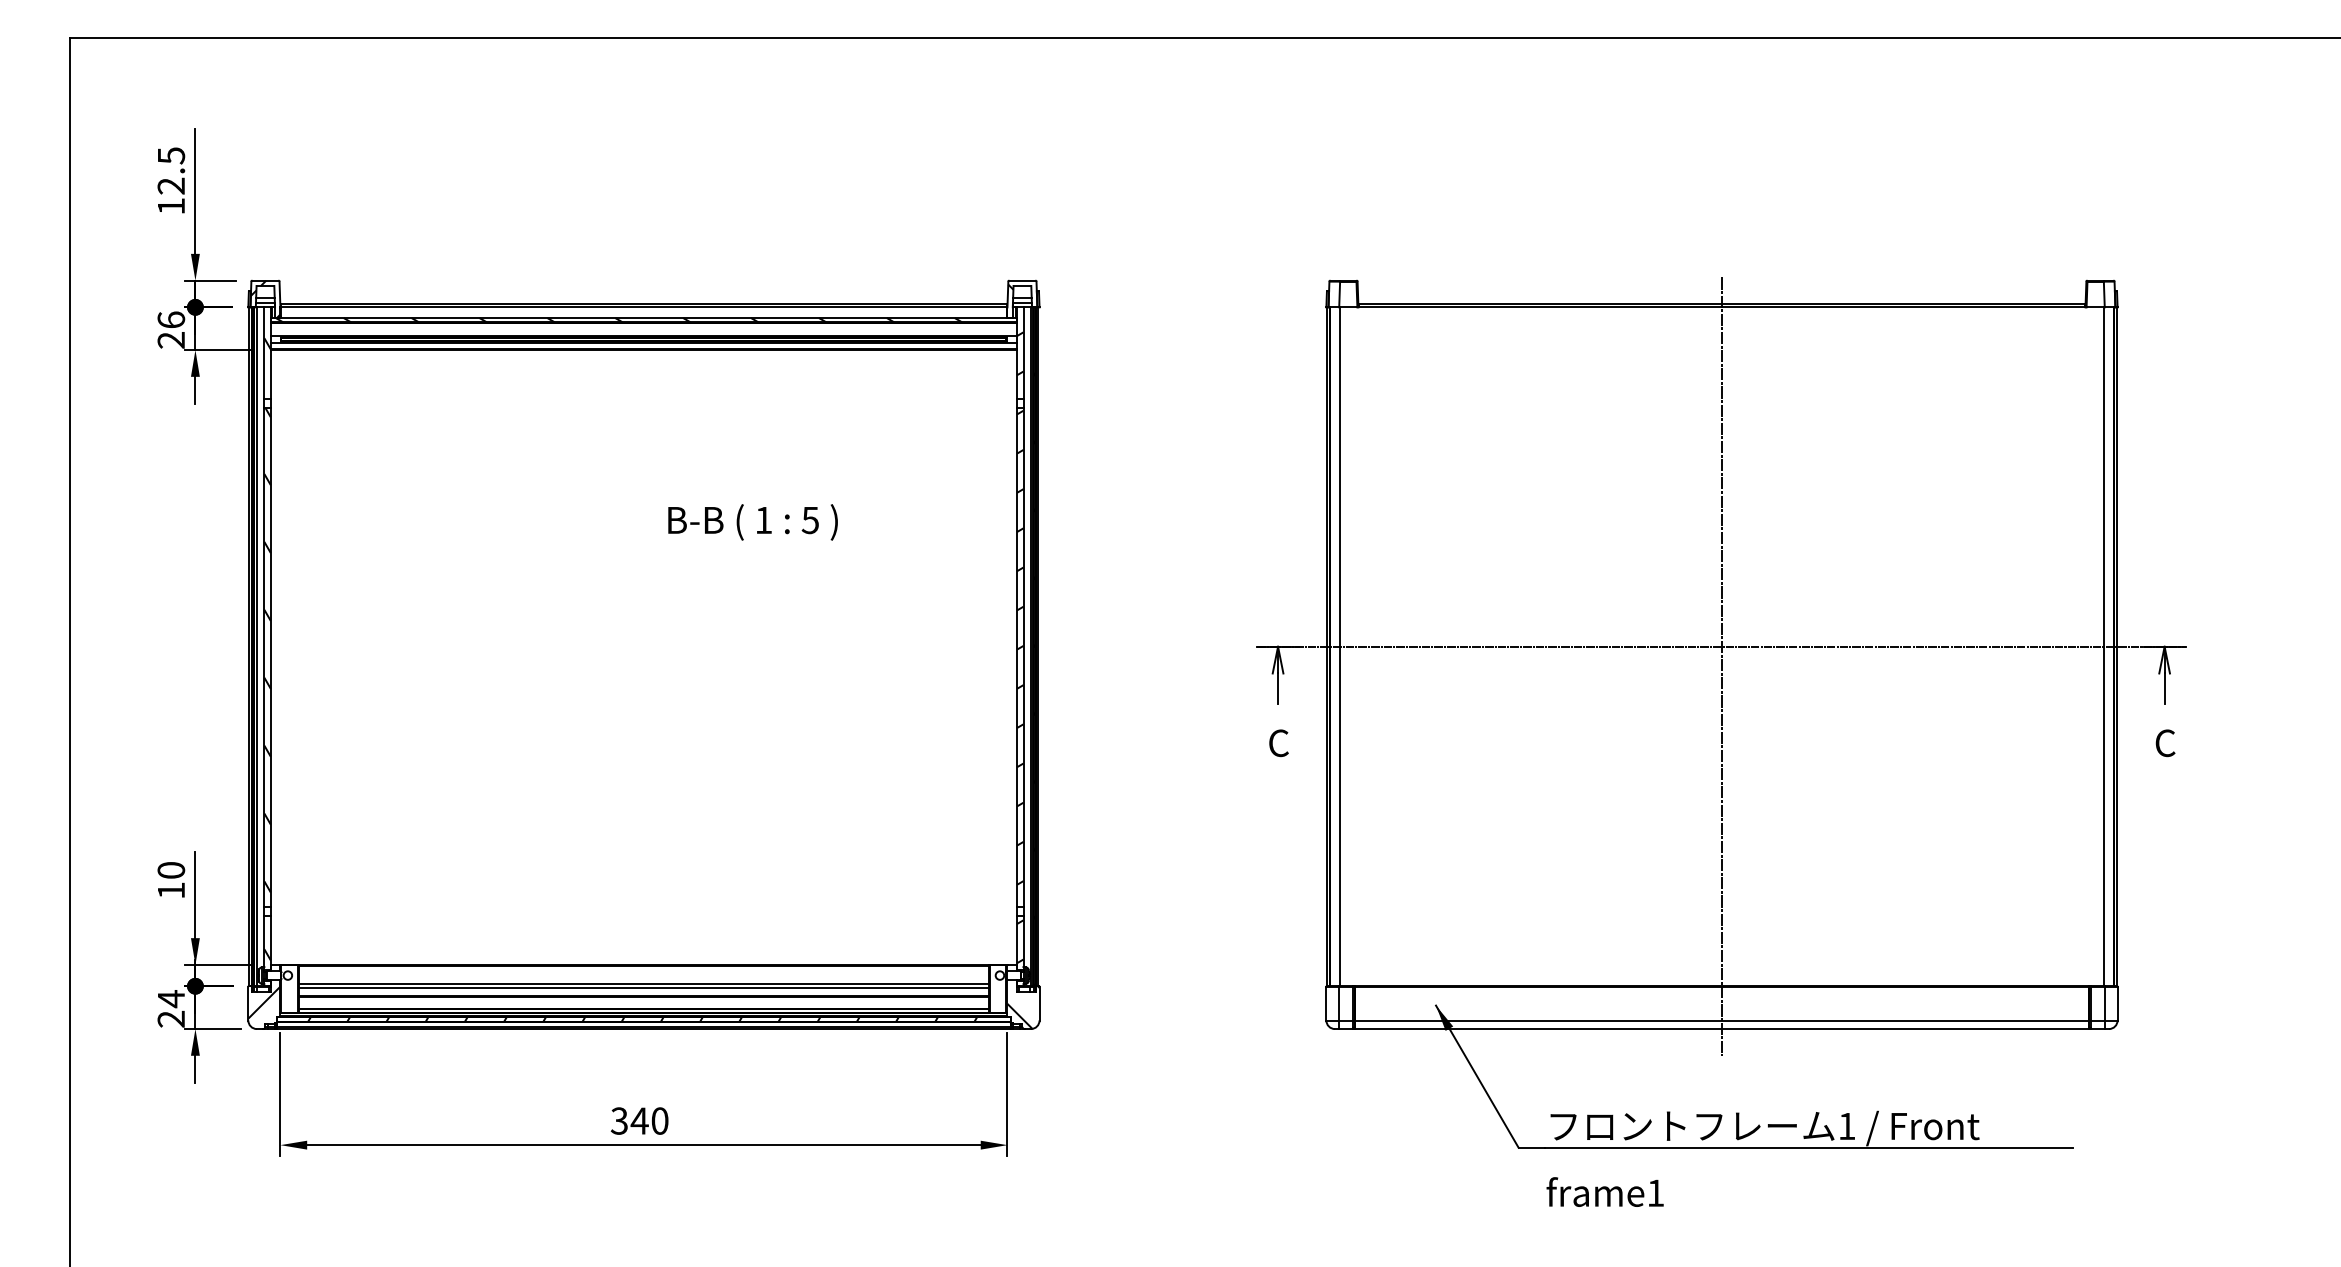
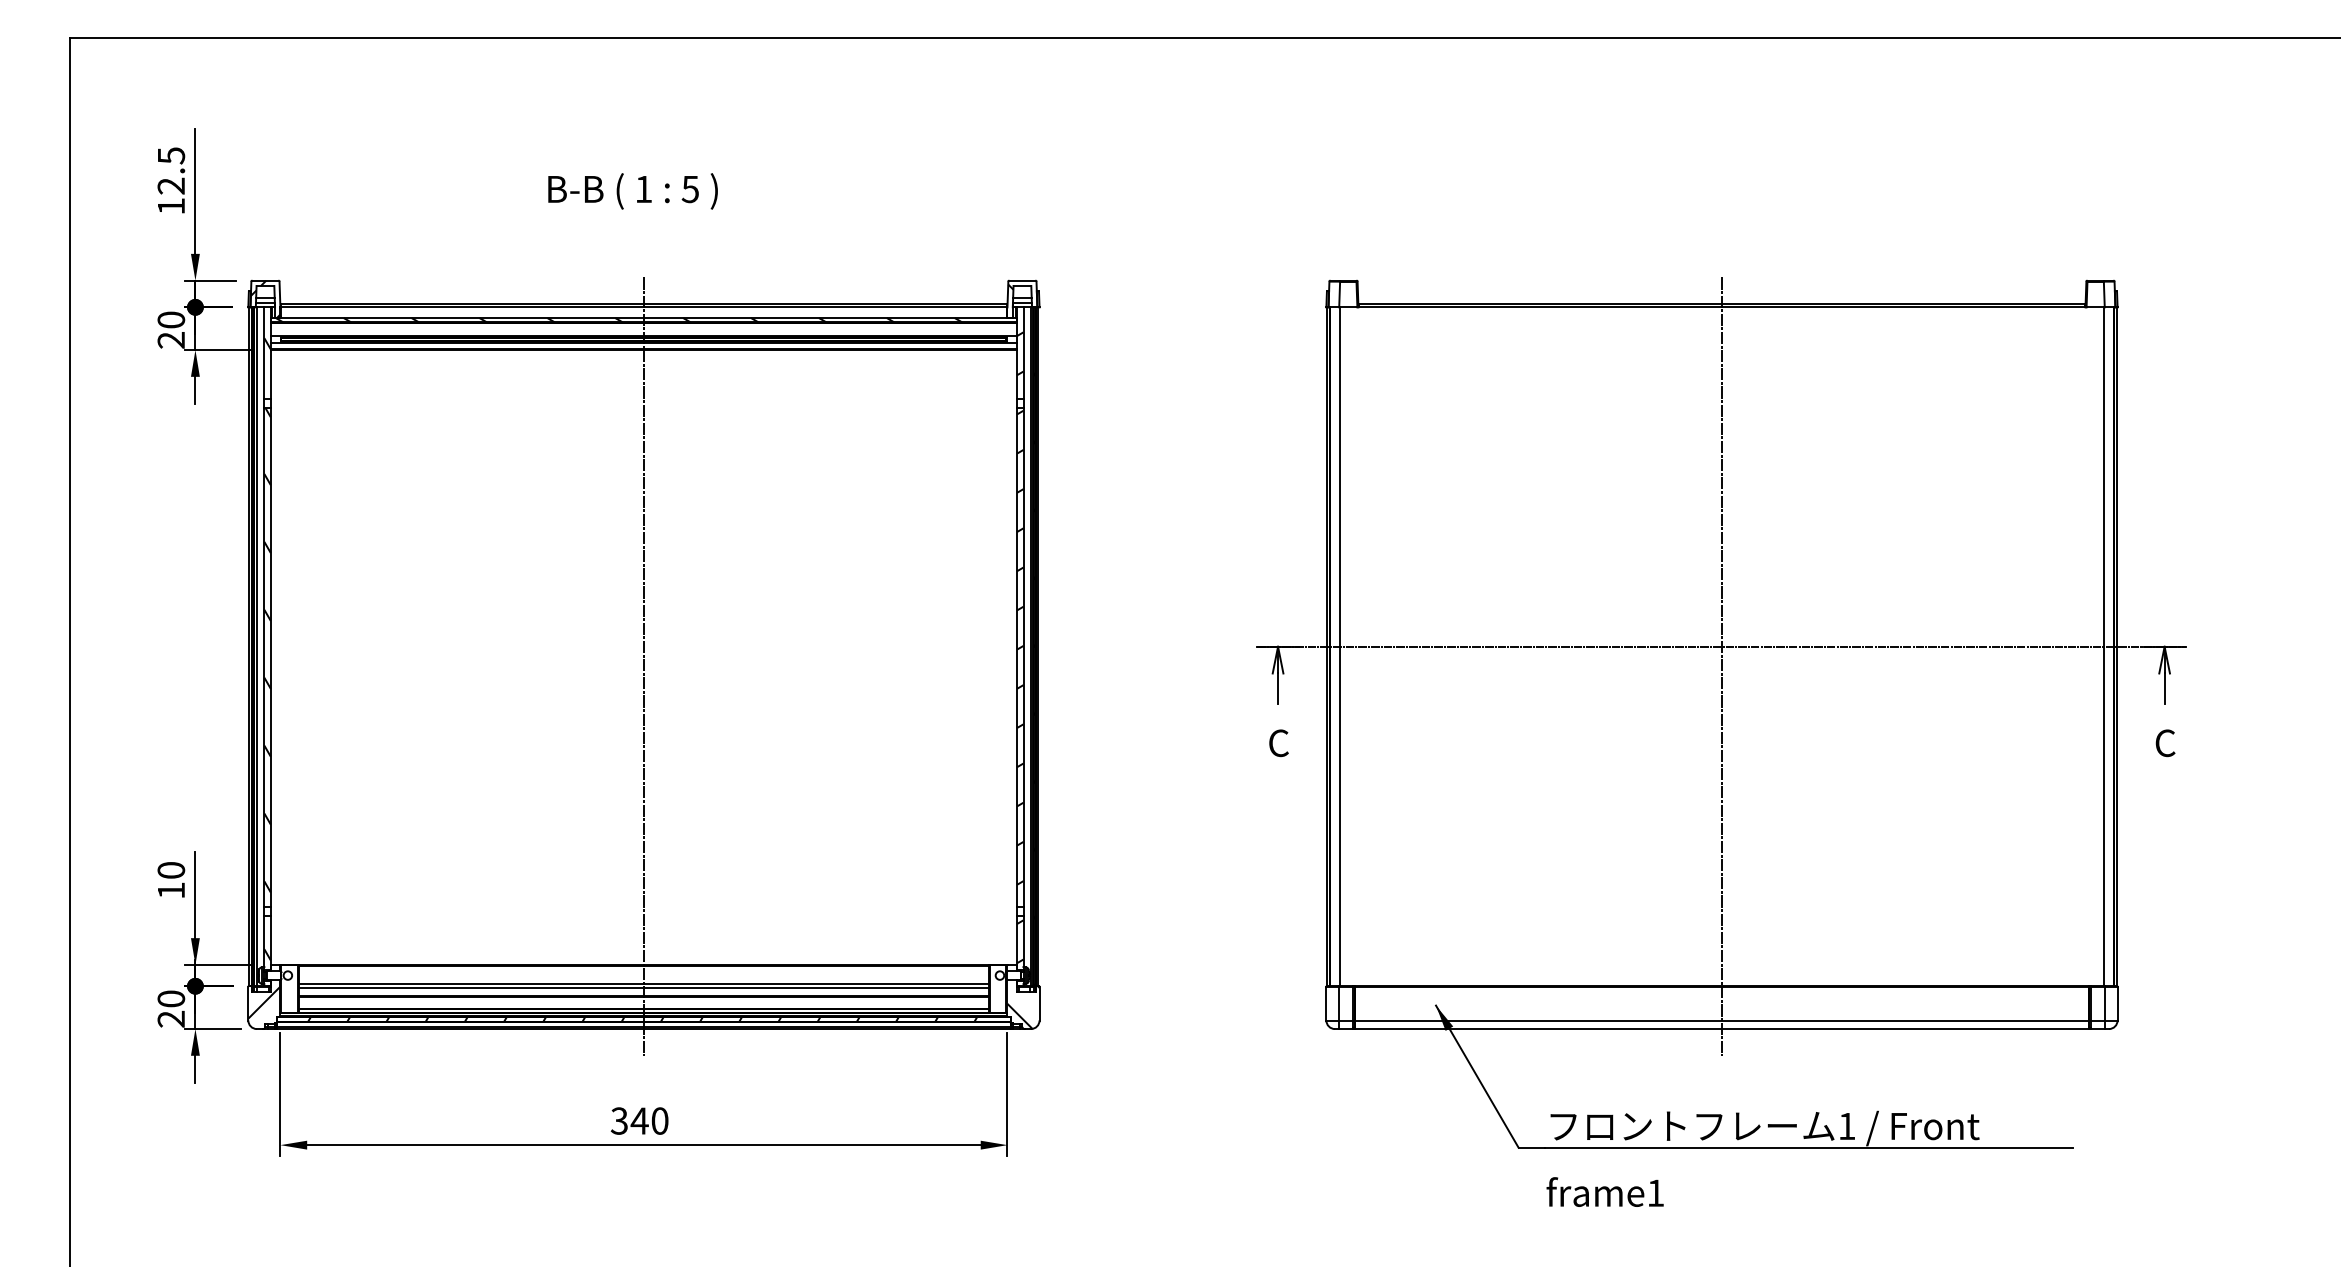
text at (171, 319): 26 -> 20
text at (752, 522) position: (752, 522) -> (632, 191)
line at (643, 666): none -> present
text at (171, 999): 24 -> 20
